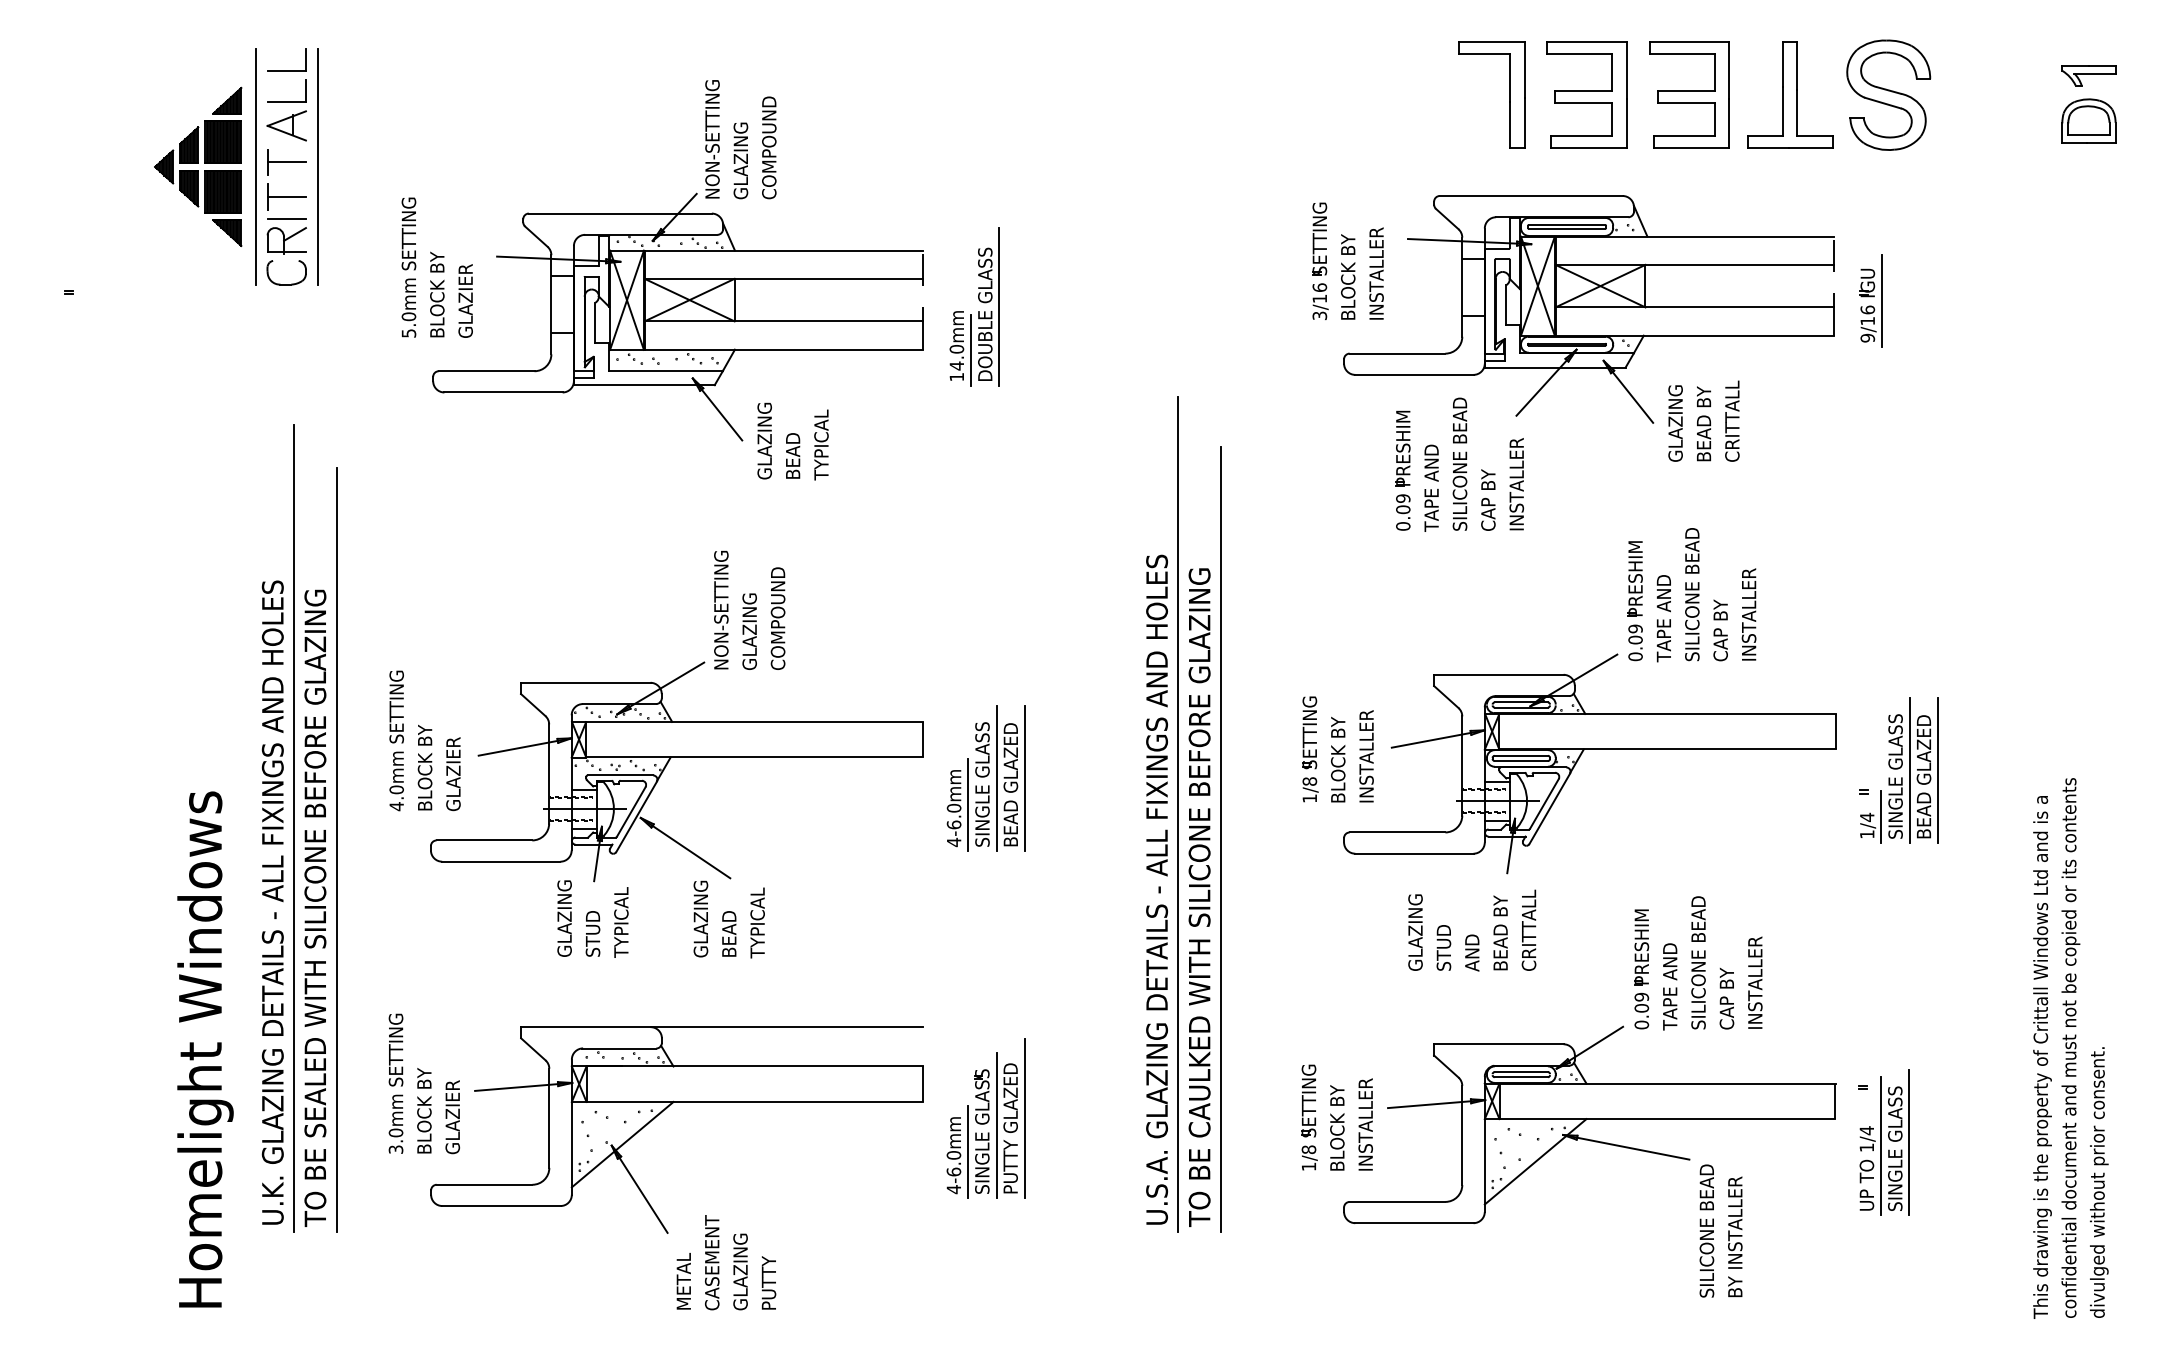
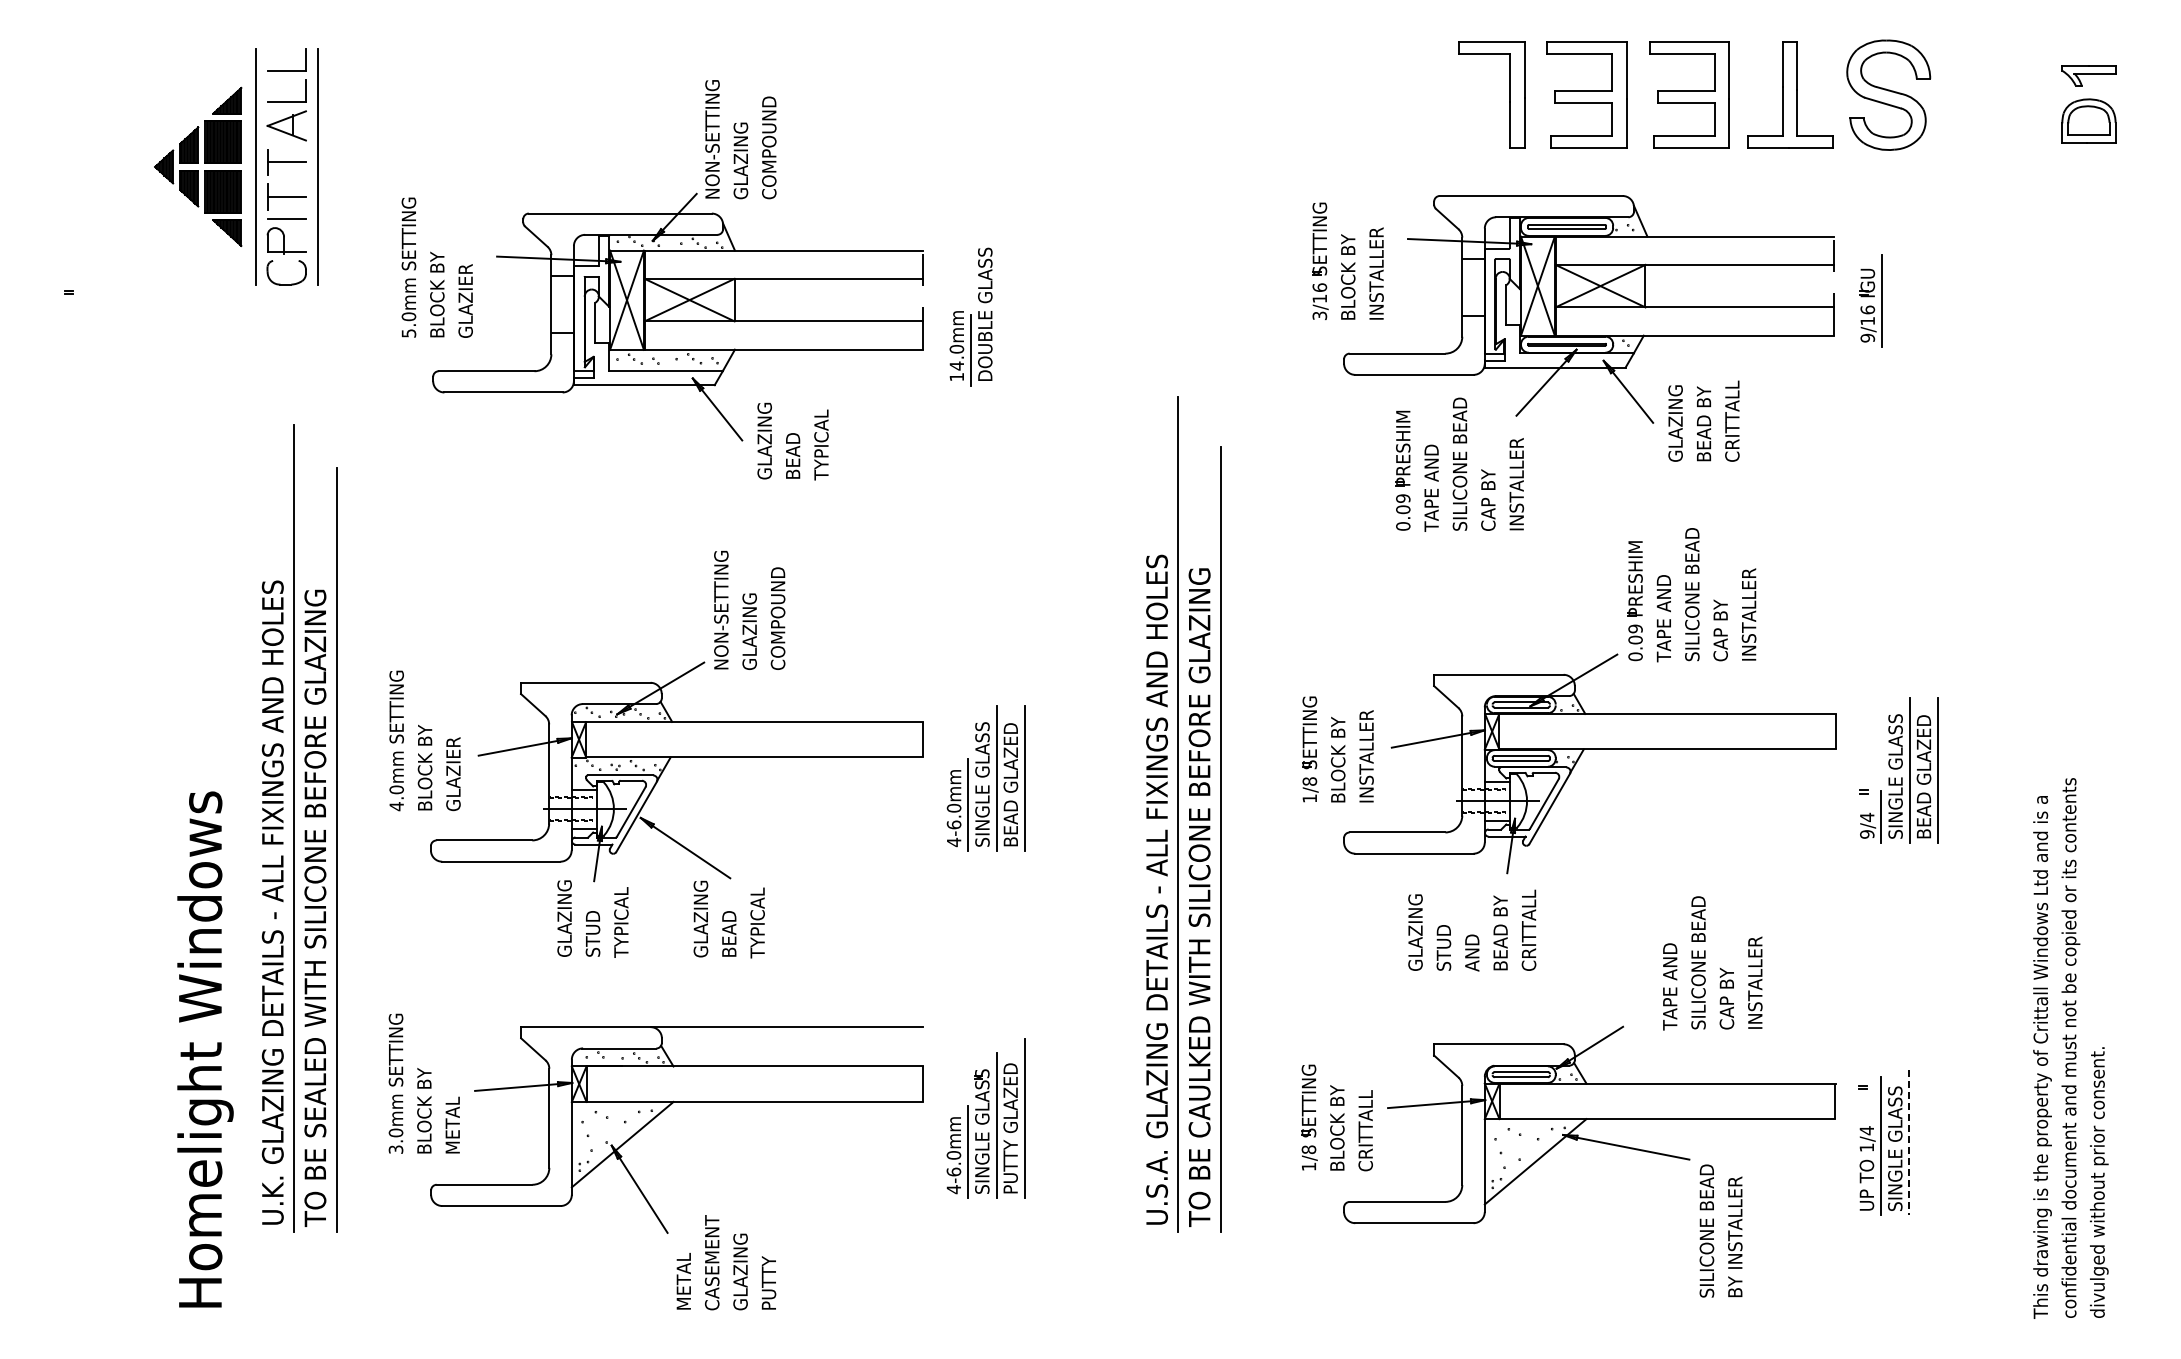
line at (294, 234): present -> none
line at (999, 306): present -> none
text at (1867, 834): 1/4 -> 9/4
part at (1641, 969): present -> none
text at (452, 1117): GLAZIER -> METAL
text at (1365, 1124): INSTALLER -> CRITTALL
line at (1909, 1142): solid -> dashed
